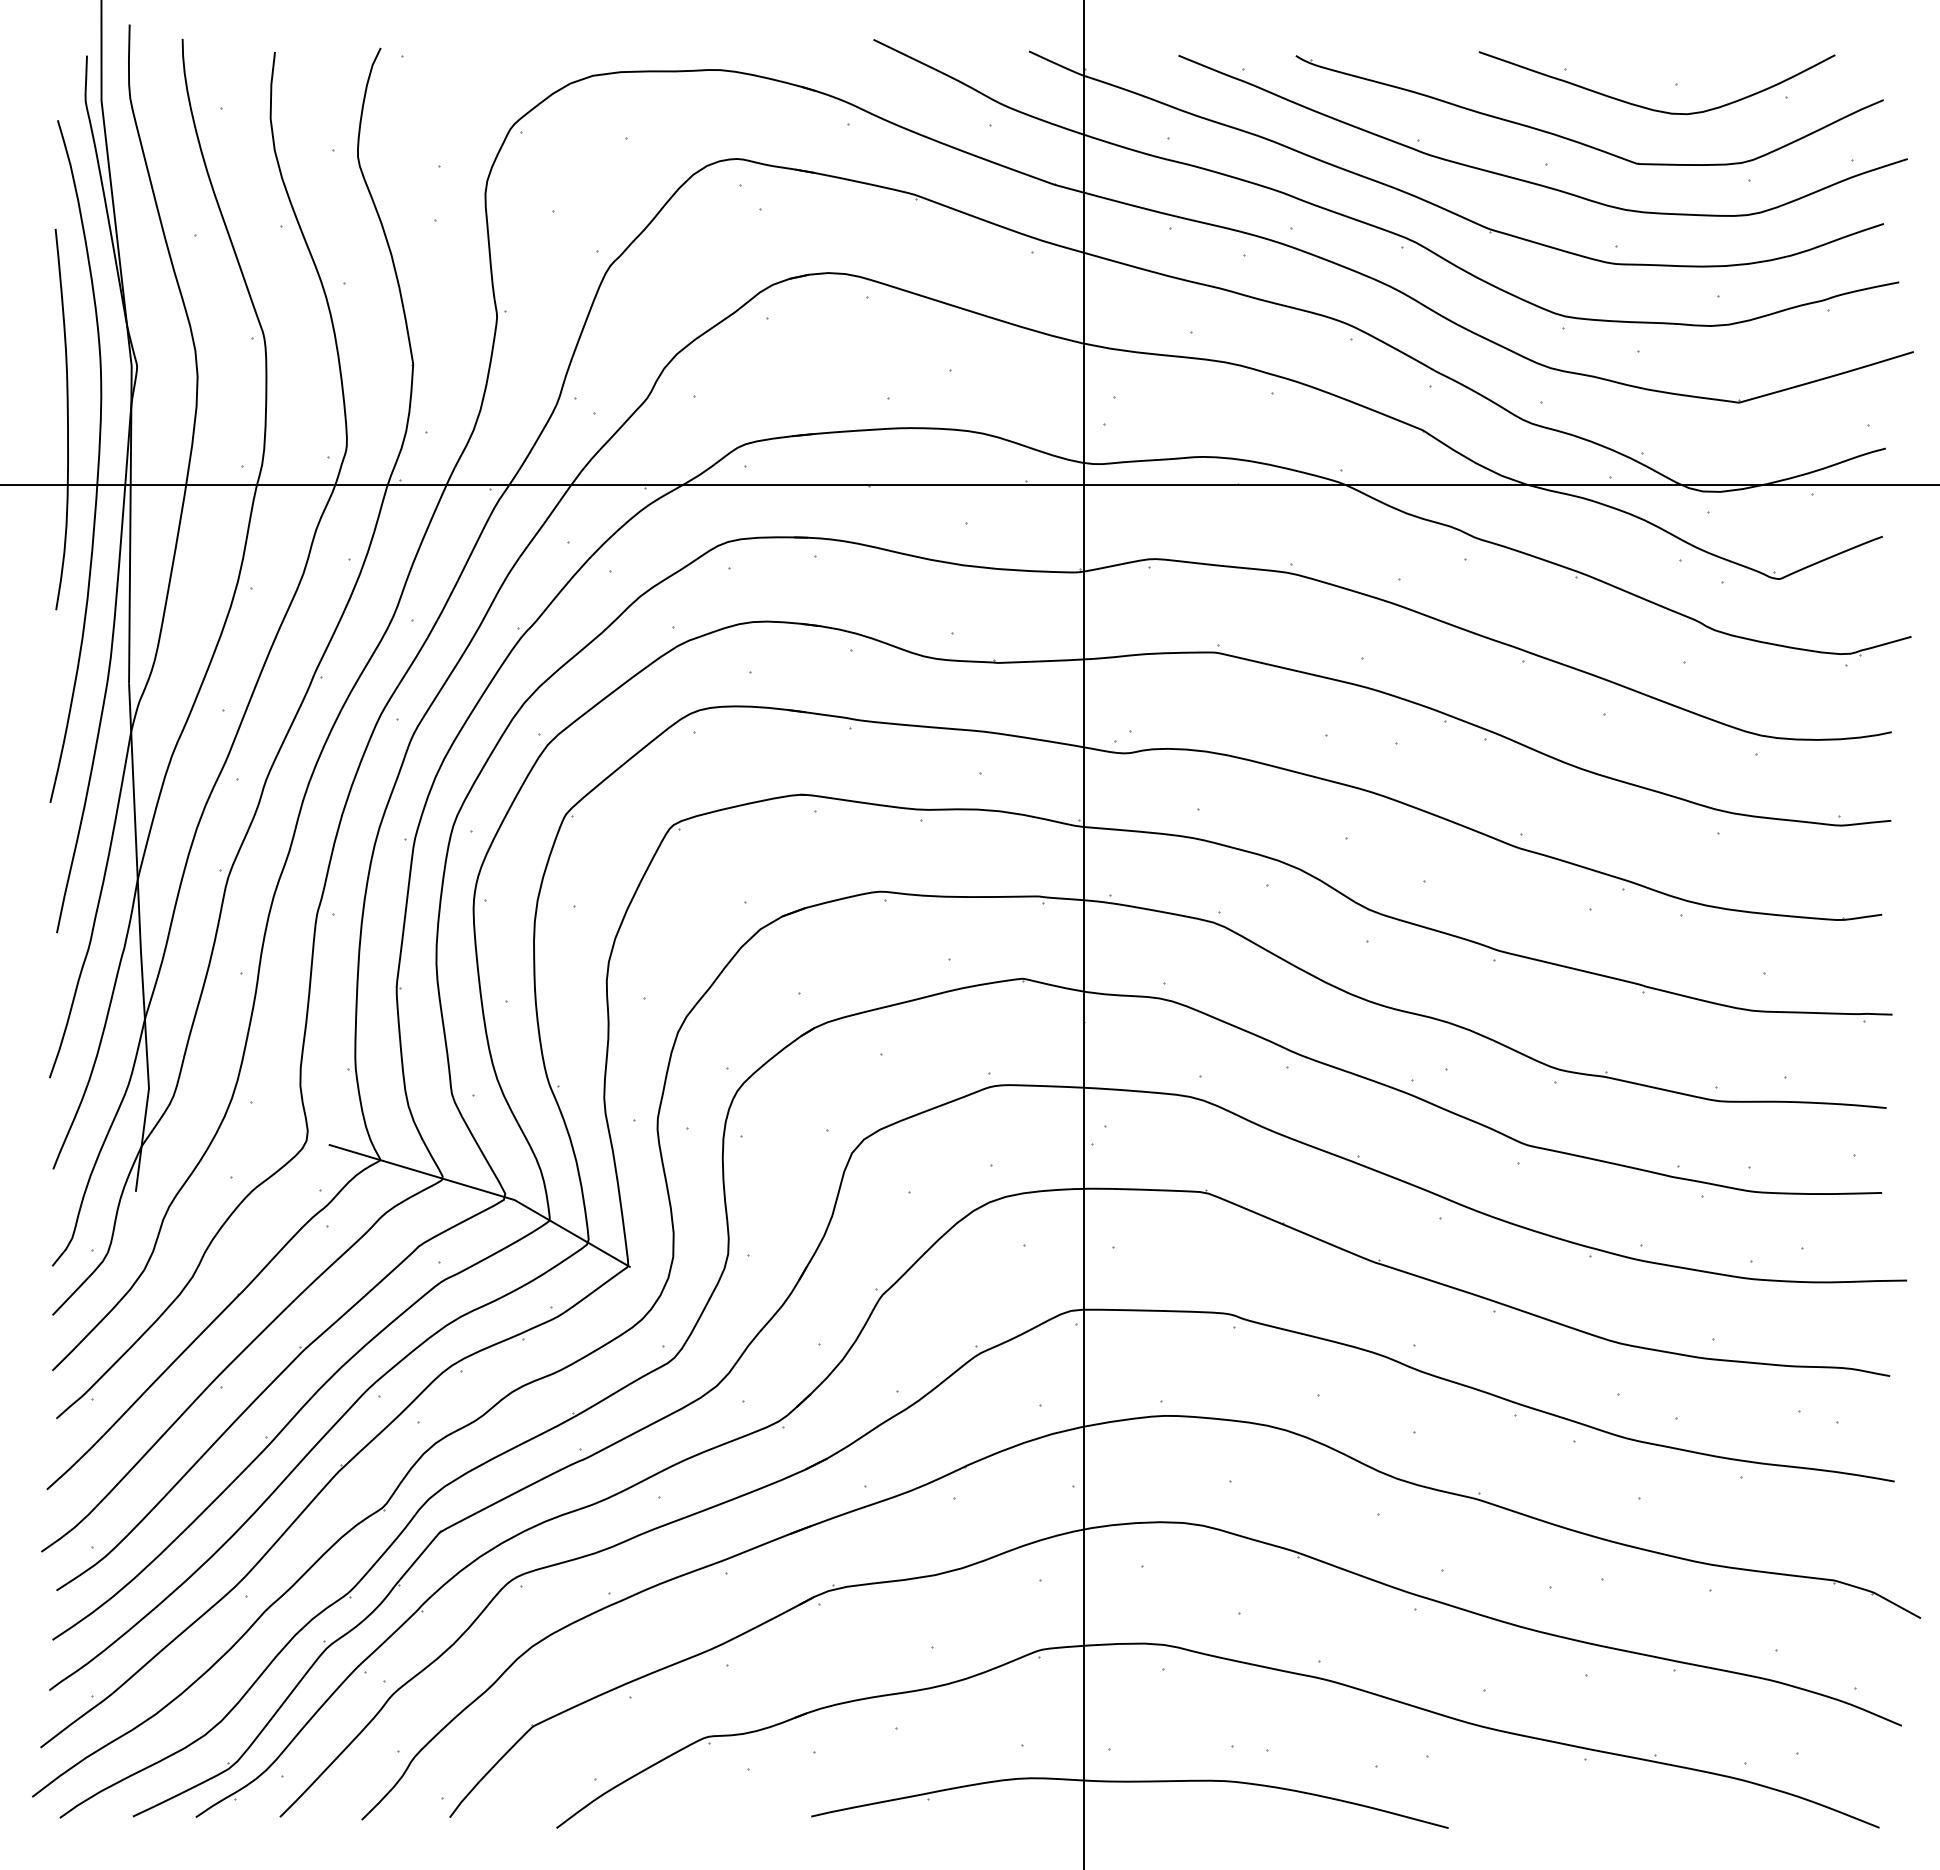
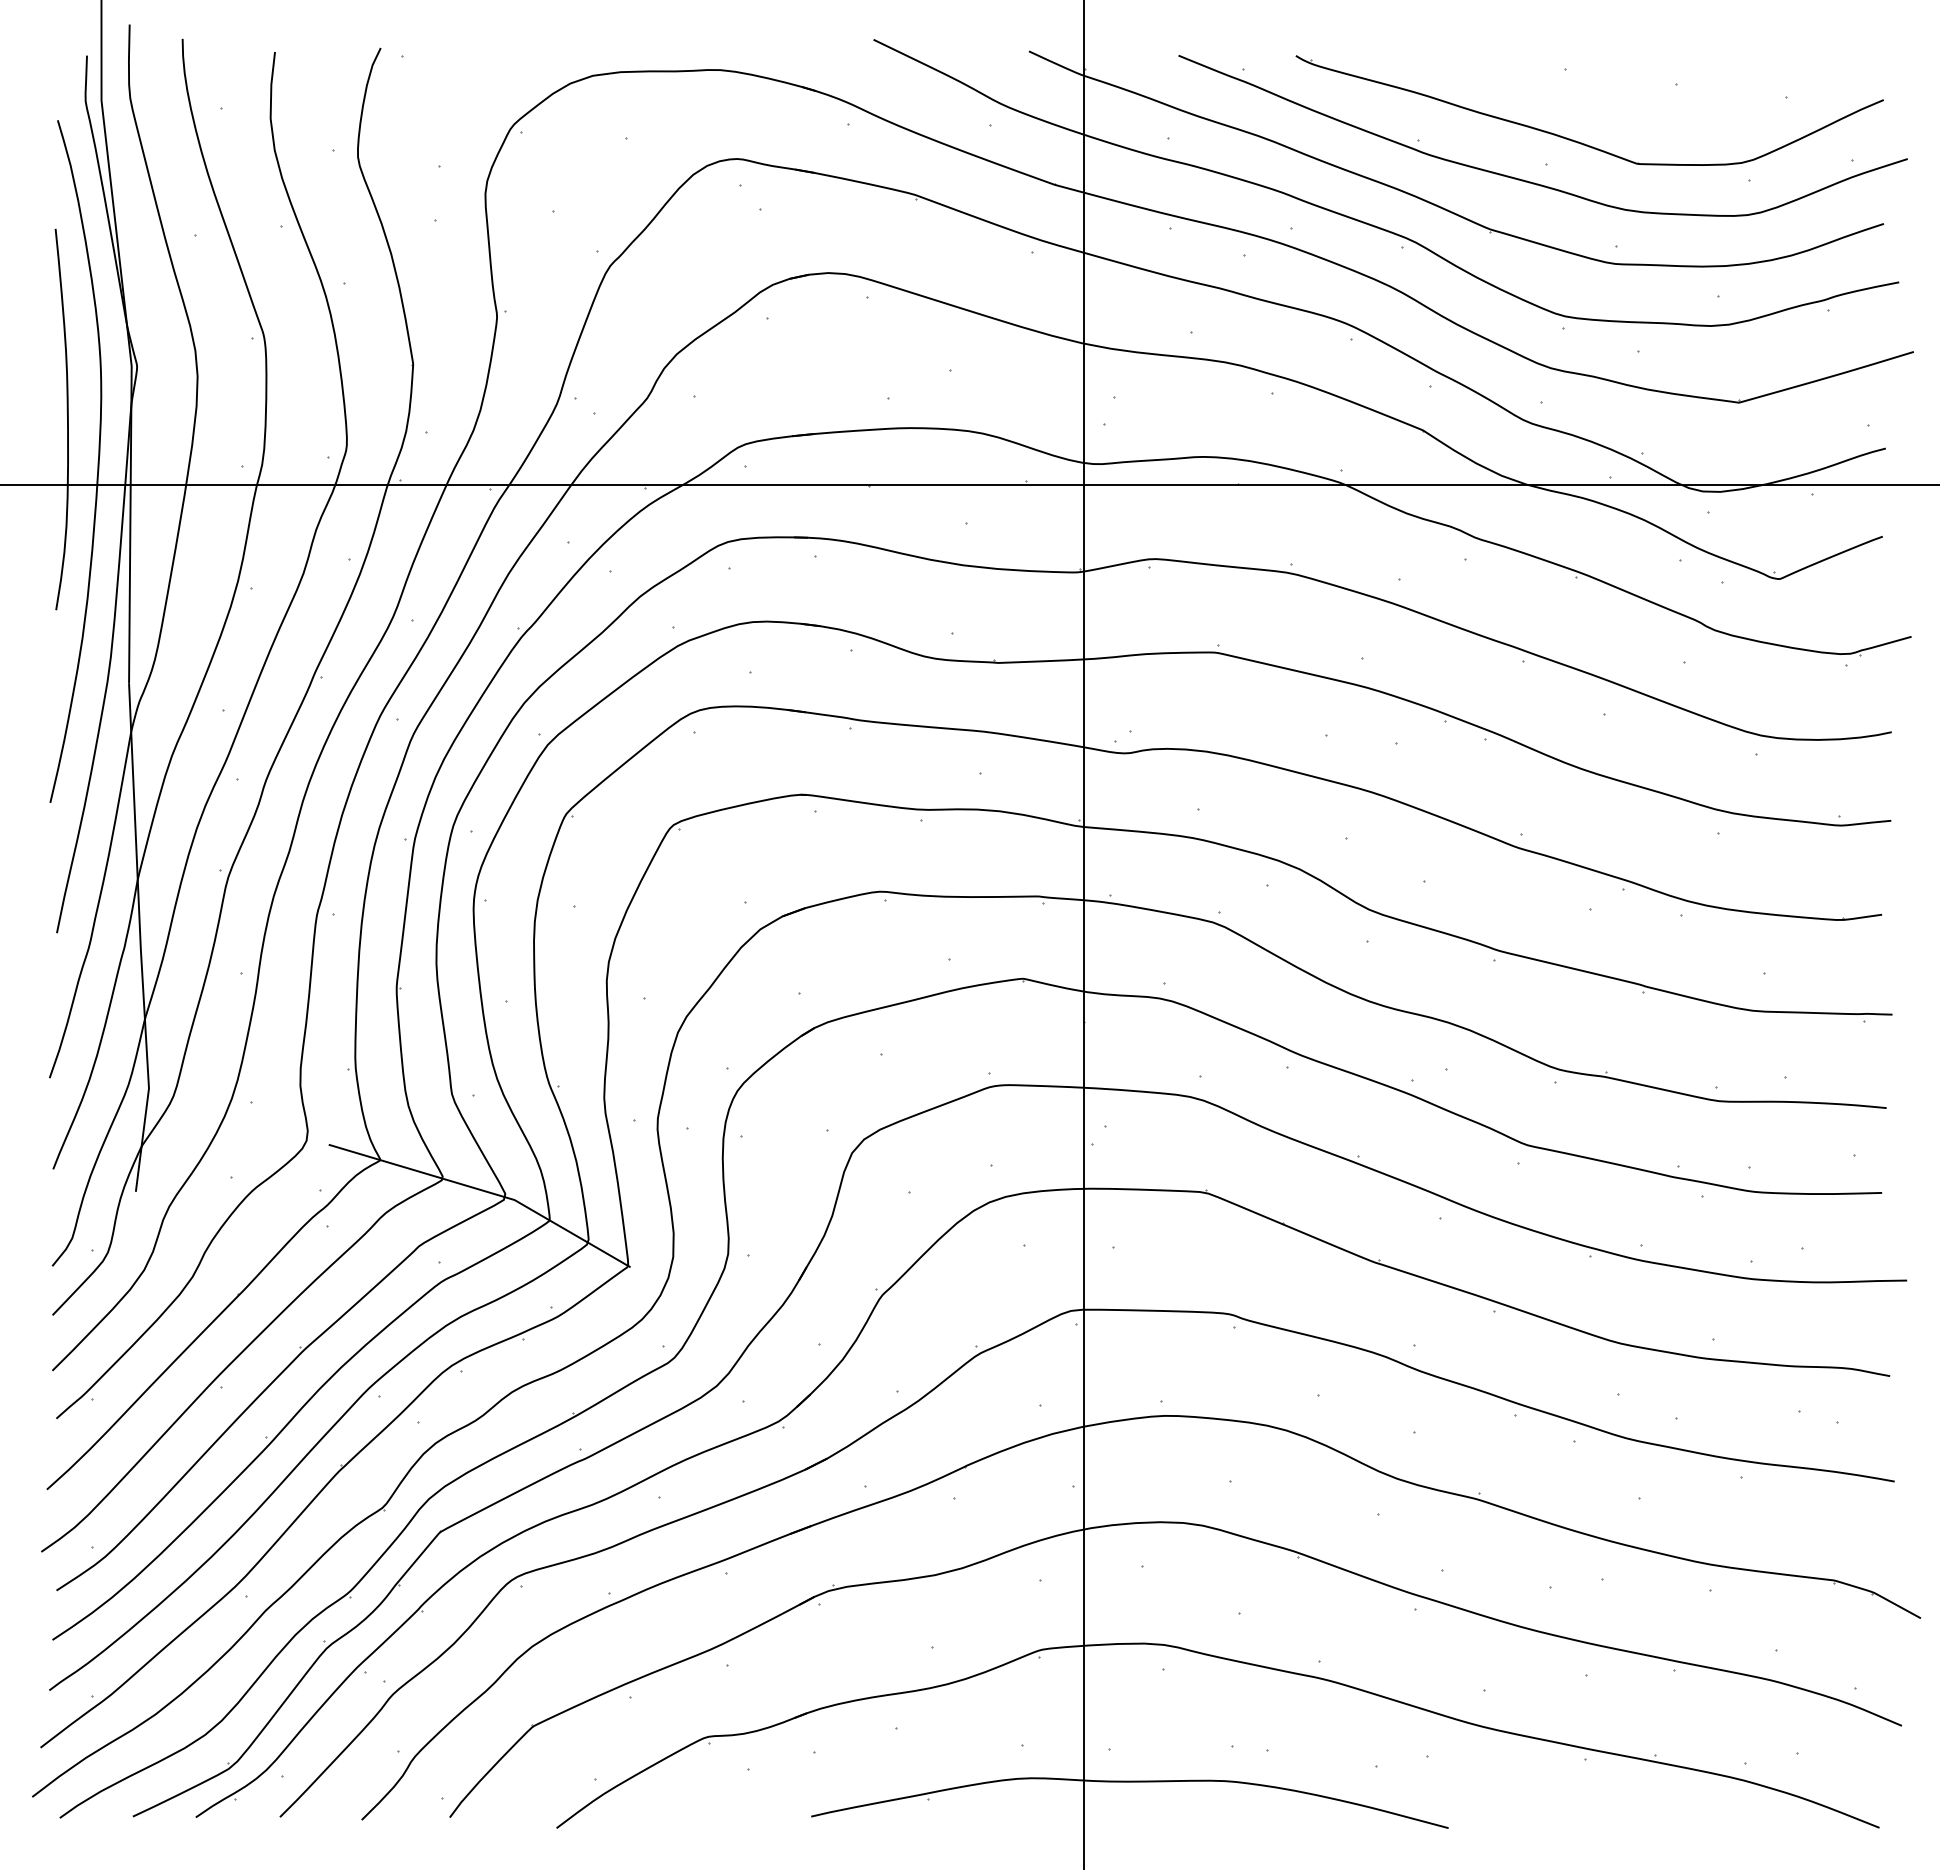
curve at (1648, 107): present -> none
